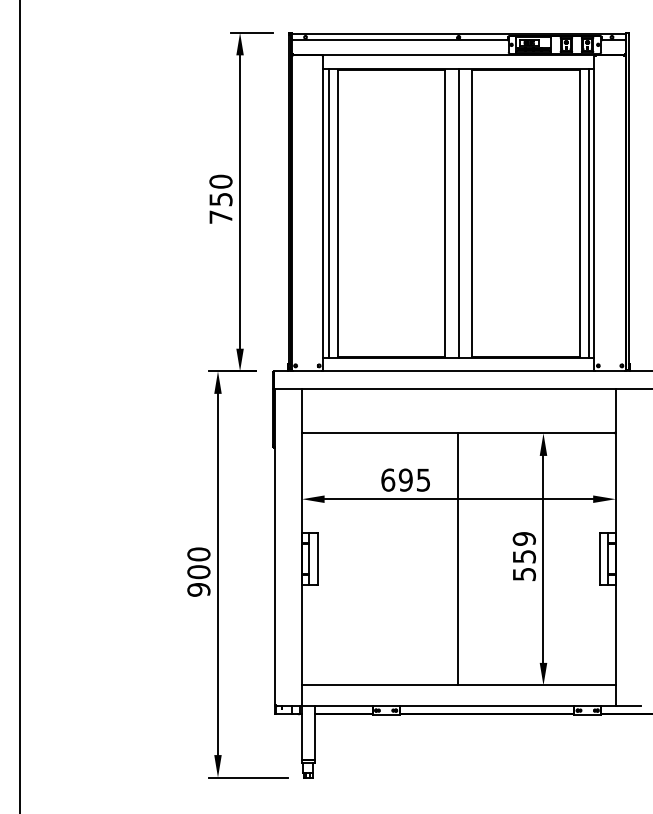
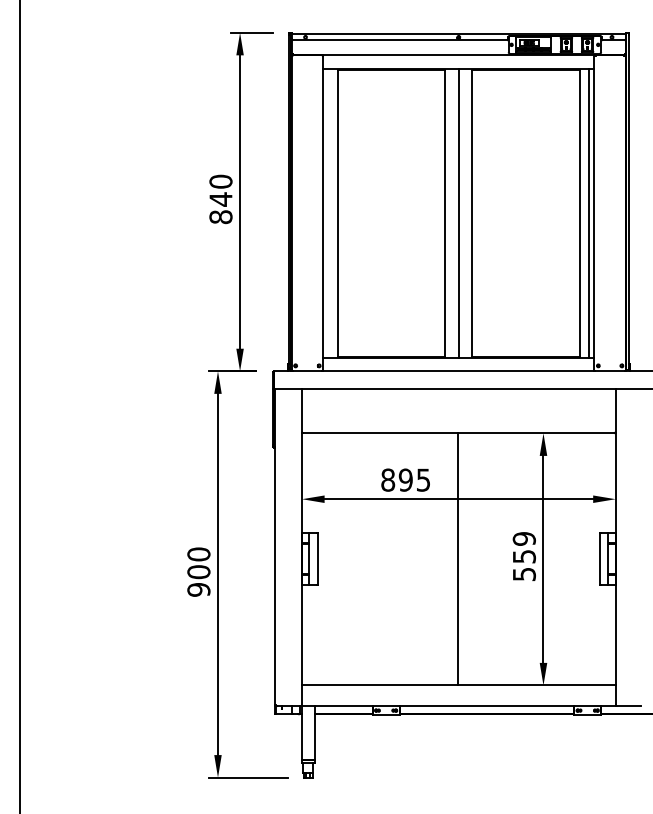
text at (220, 208): 750 -> 840
line at (328, 212): present -> none
text at (388, 479): 695 -> 895
